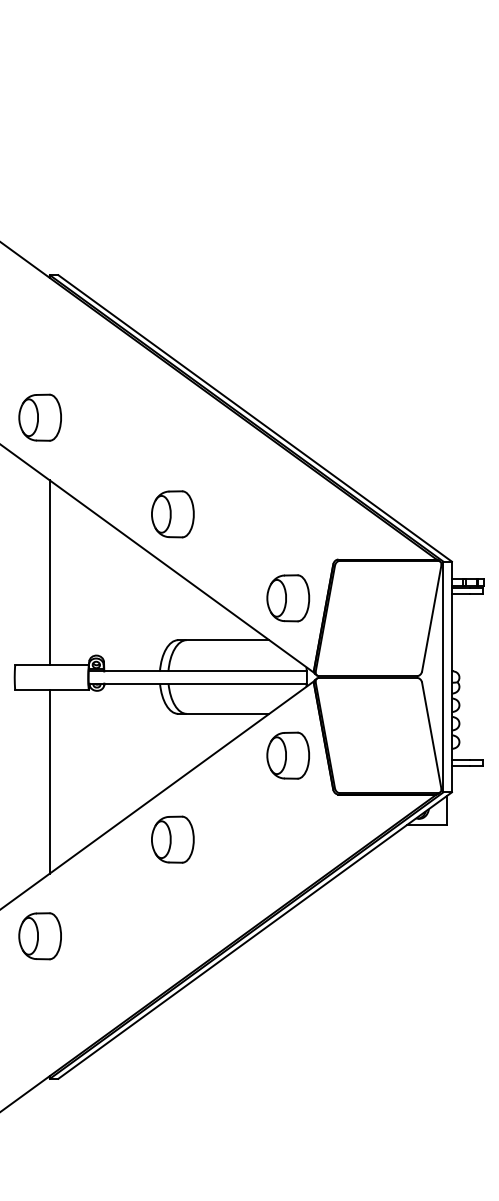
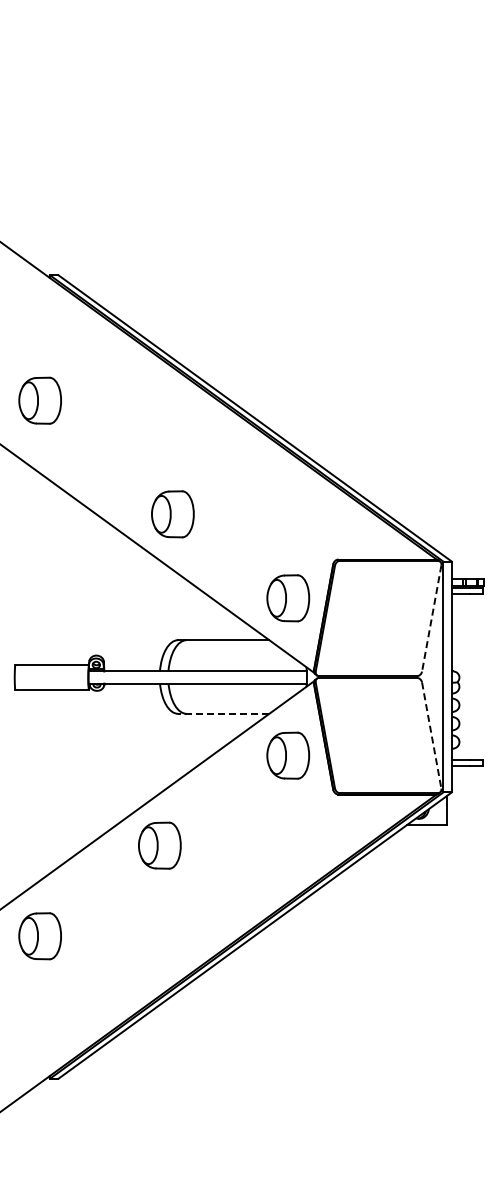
part at (39, 417) position: (39, 417) -> (39, 400)
line at (49, 572): present -> none
line at (431, 618): solid -> dashed
line at (223, 713): solid -> dashed
line at (431, 735): solid -> dashed
line at (49, 781): present -> none
part at (172, 839) position: (172, 839) -> (159, 845)
